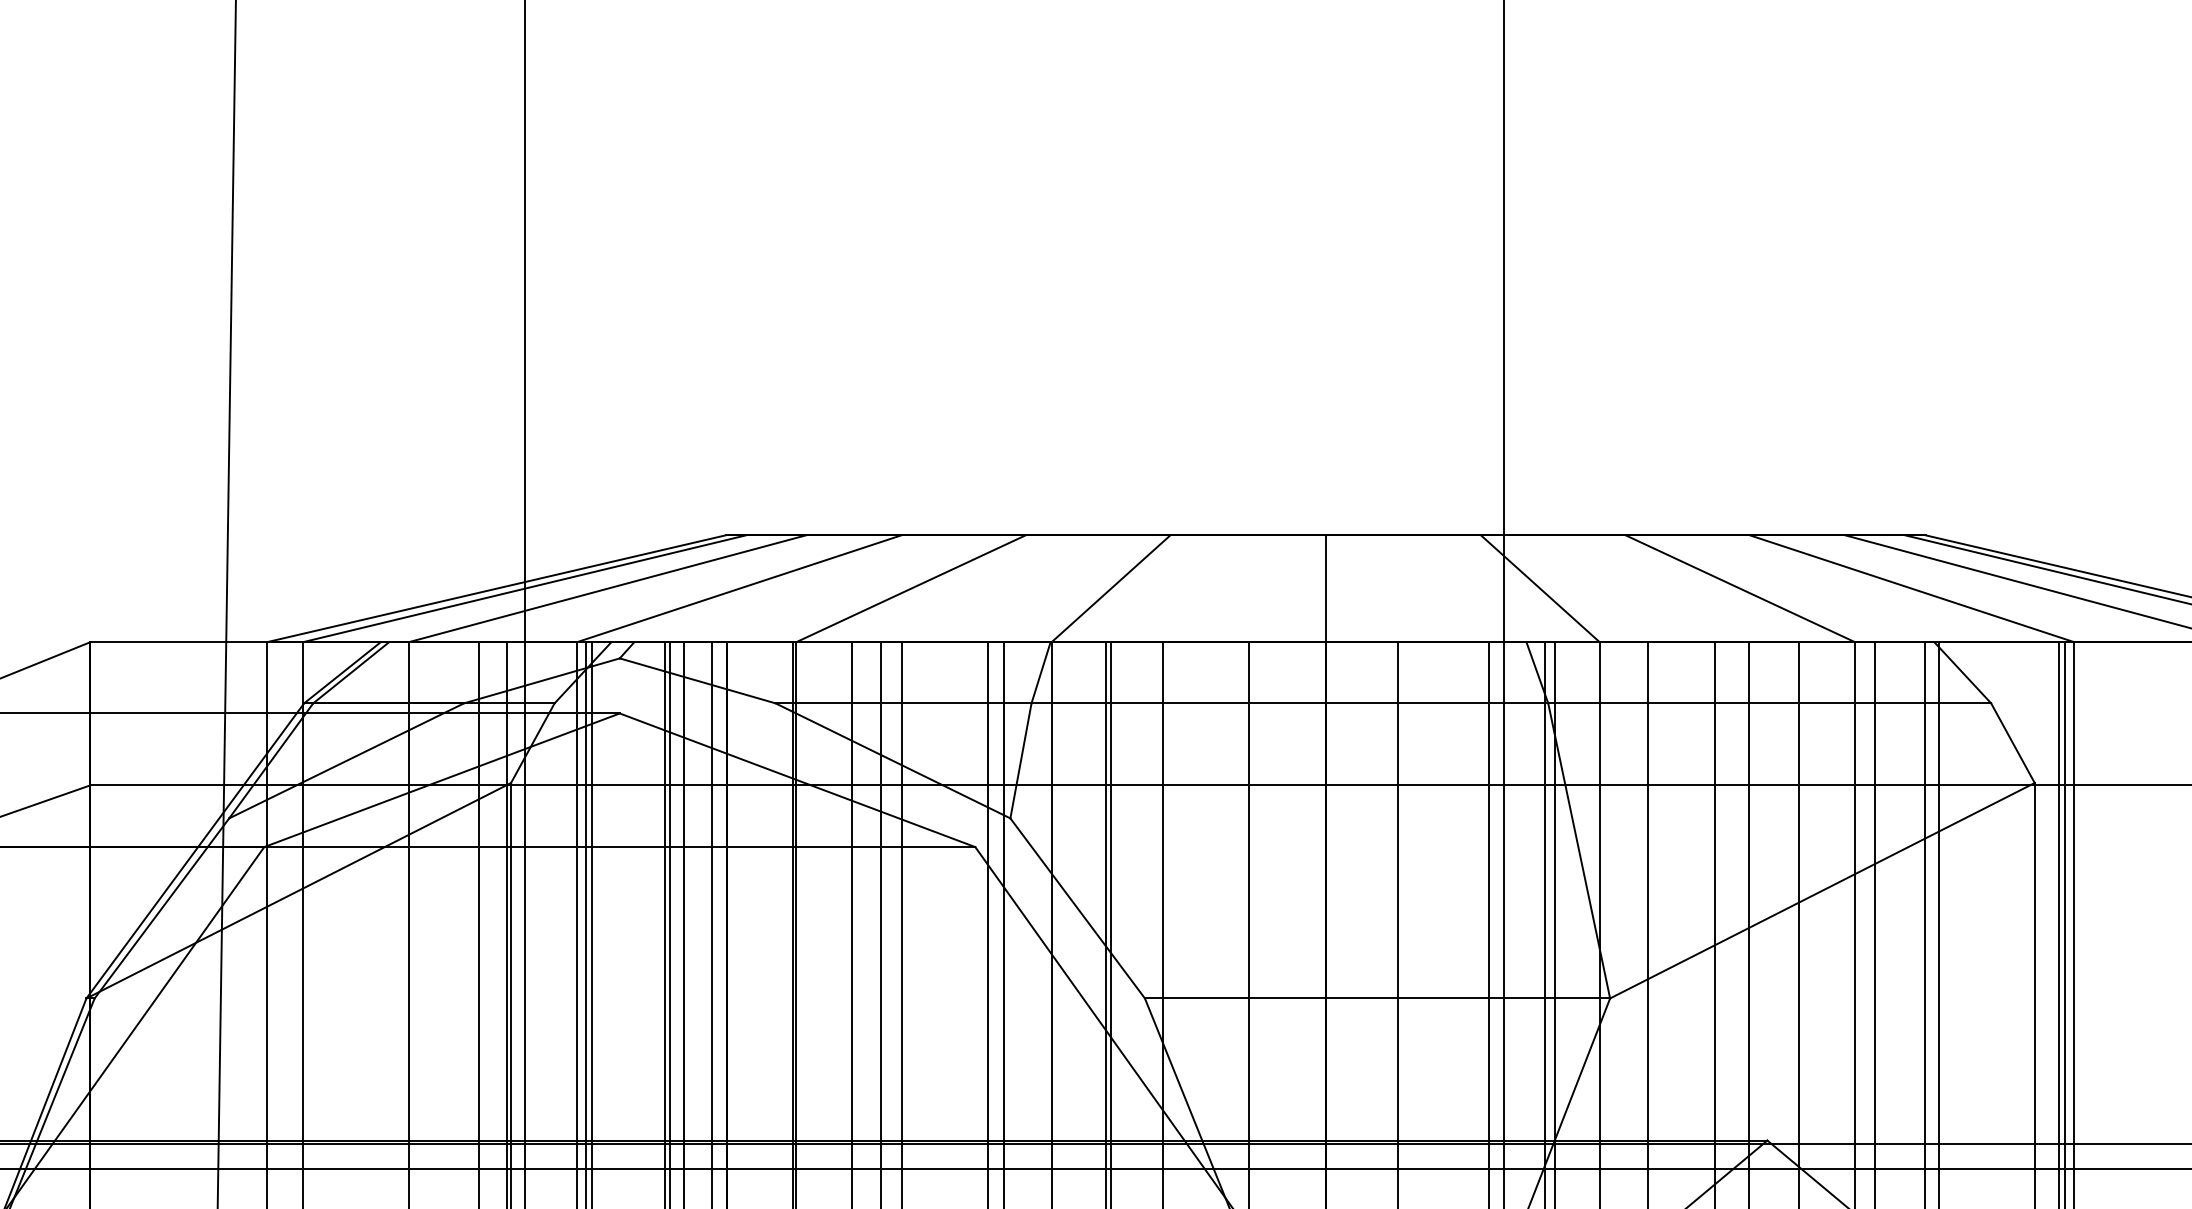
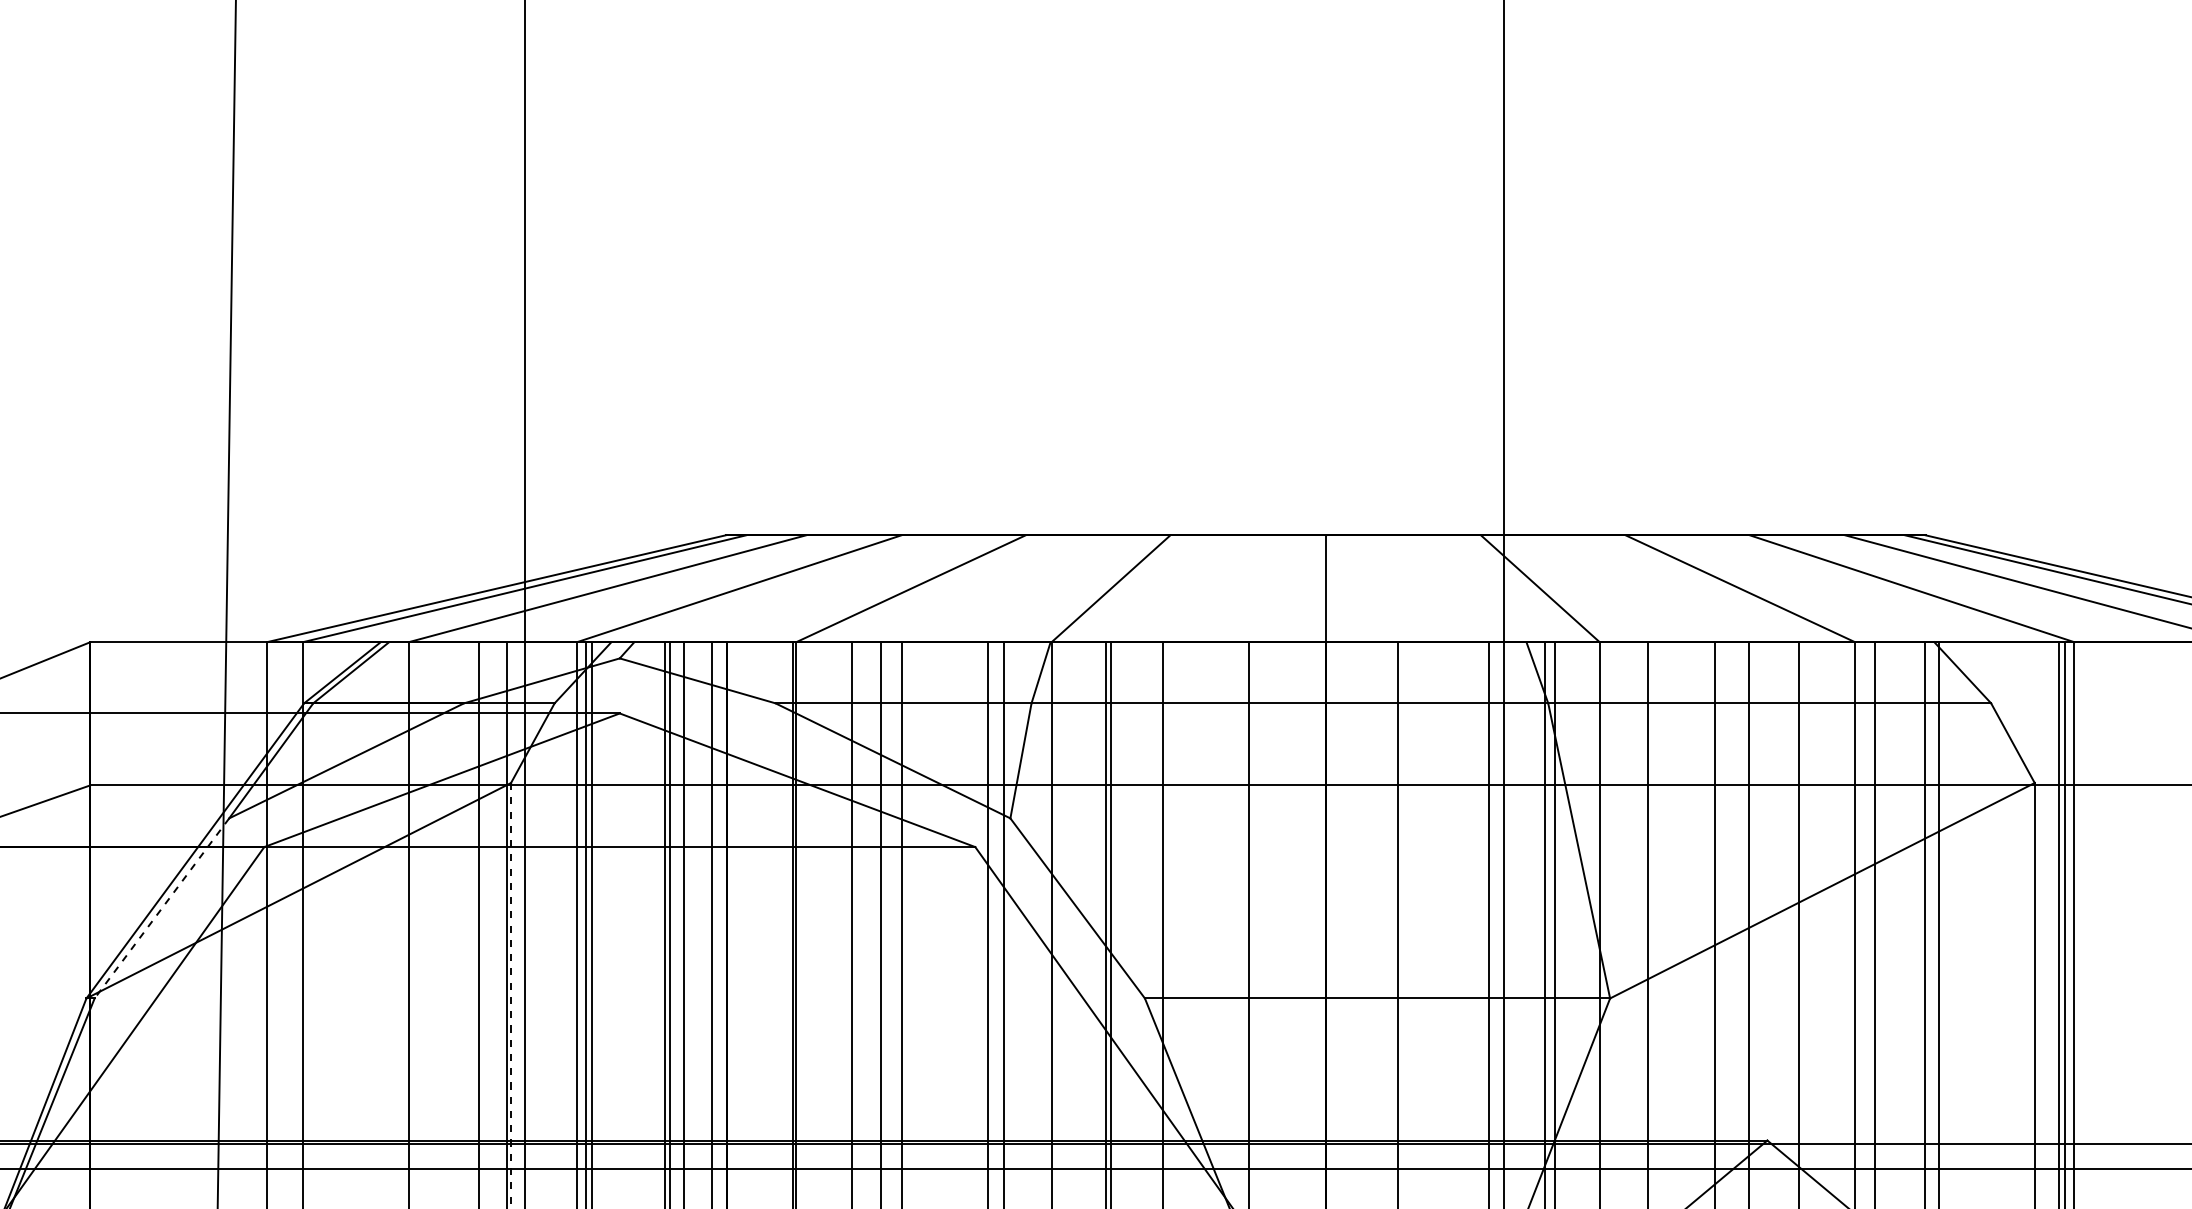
line at (161, 908): solid -> dashed
line at (511, 995): solid -> dashed
